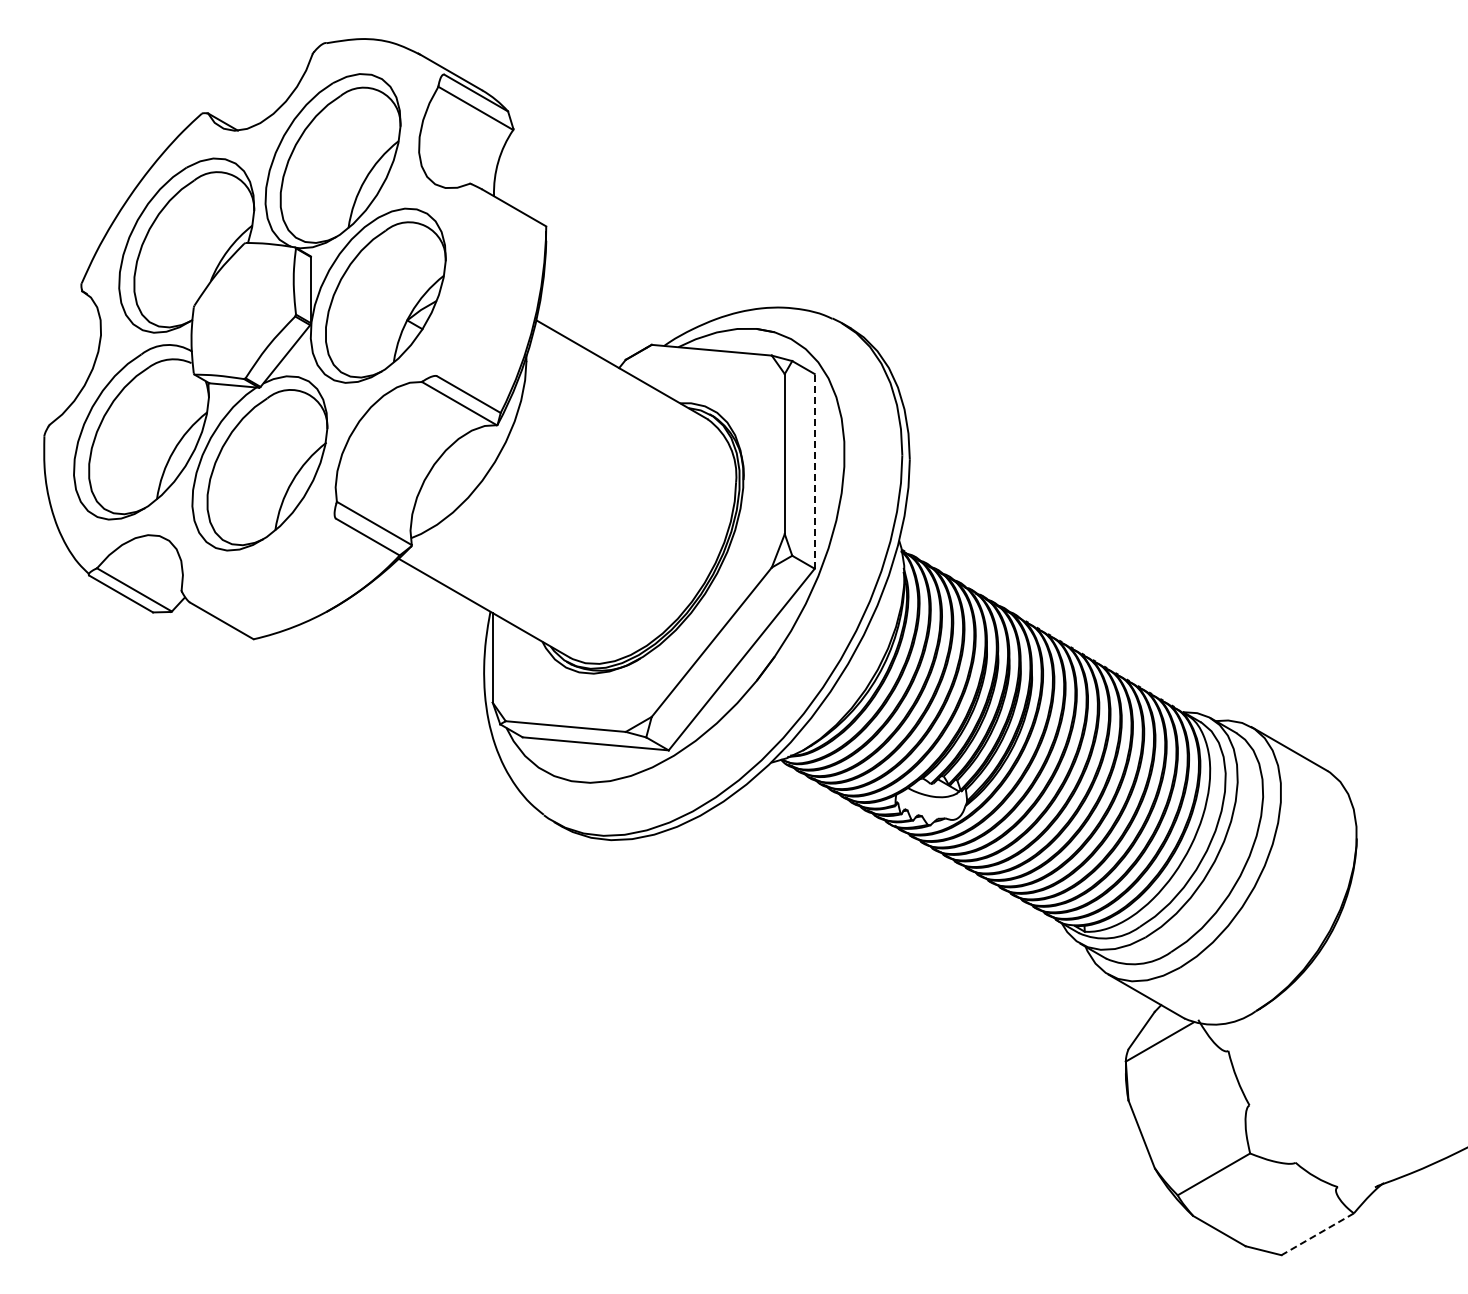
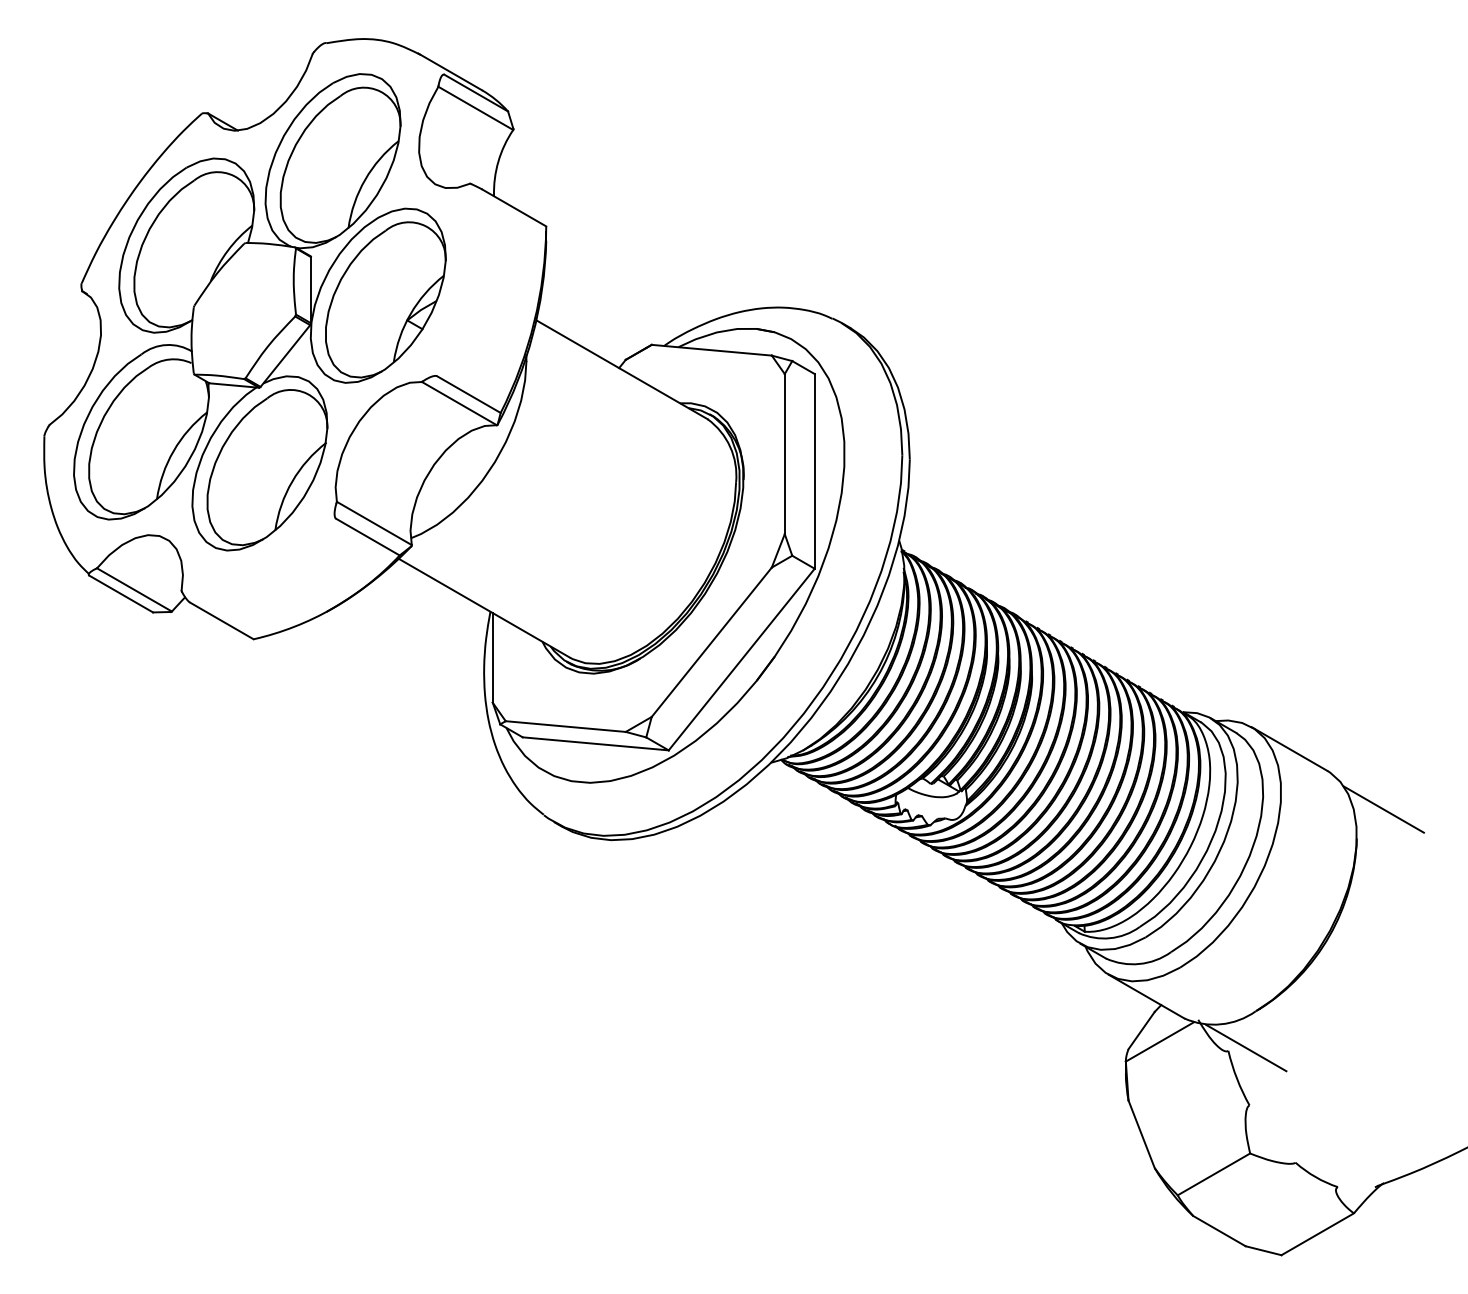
line at (814, 470): dashed -> solid
line at (1383, 809): none -> present
line at (1246, 1047): none -> present
line at (1317, 1234): dashed -> solid
